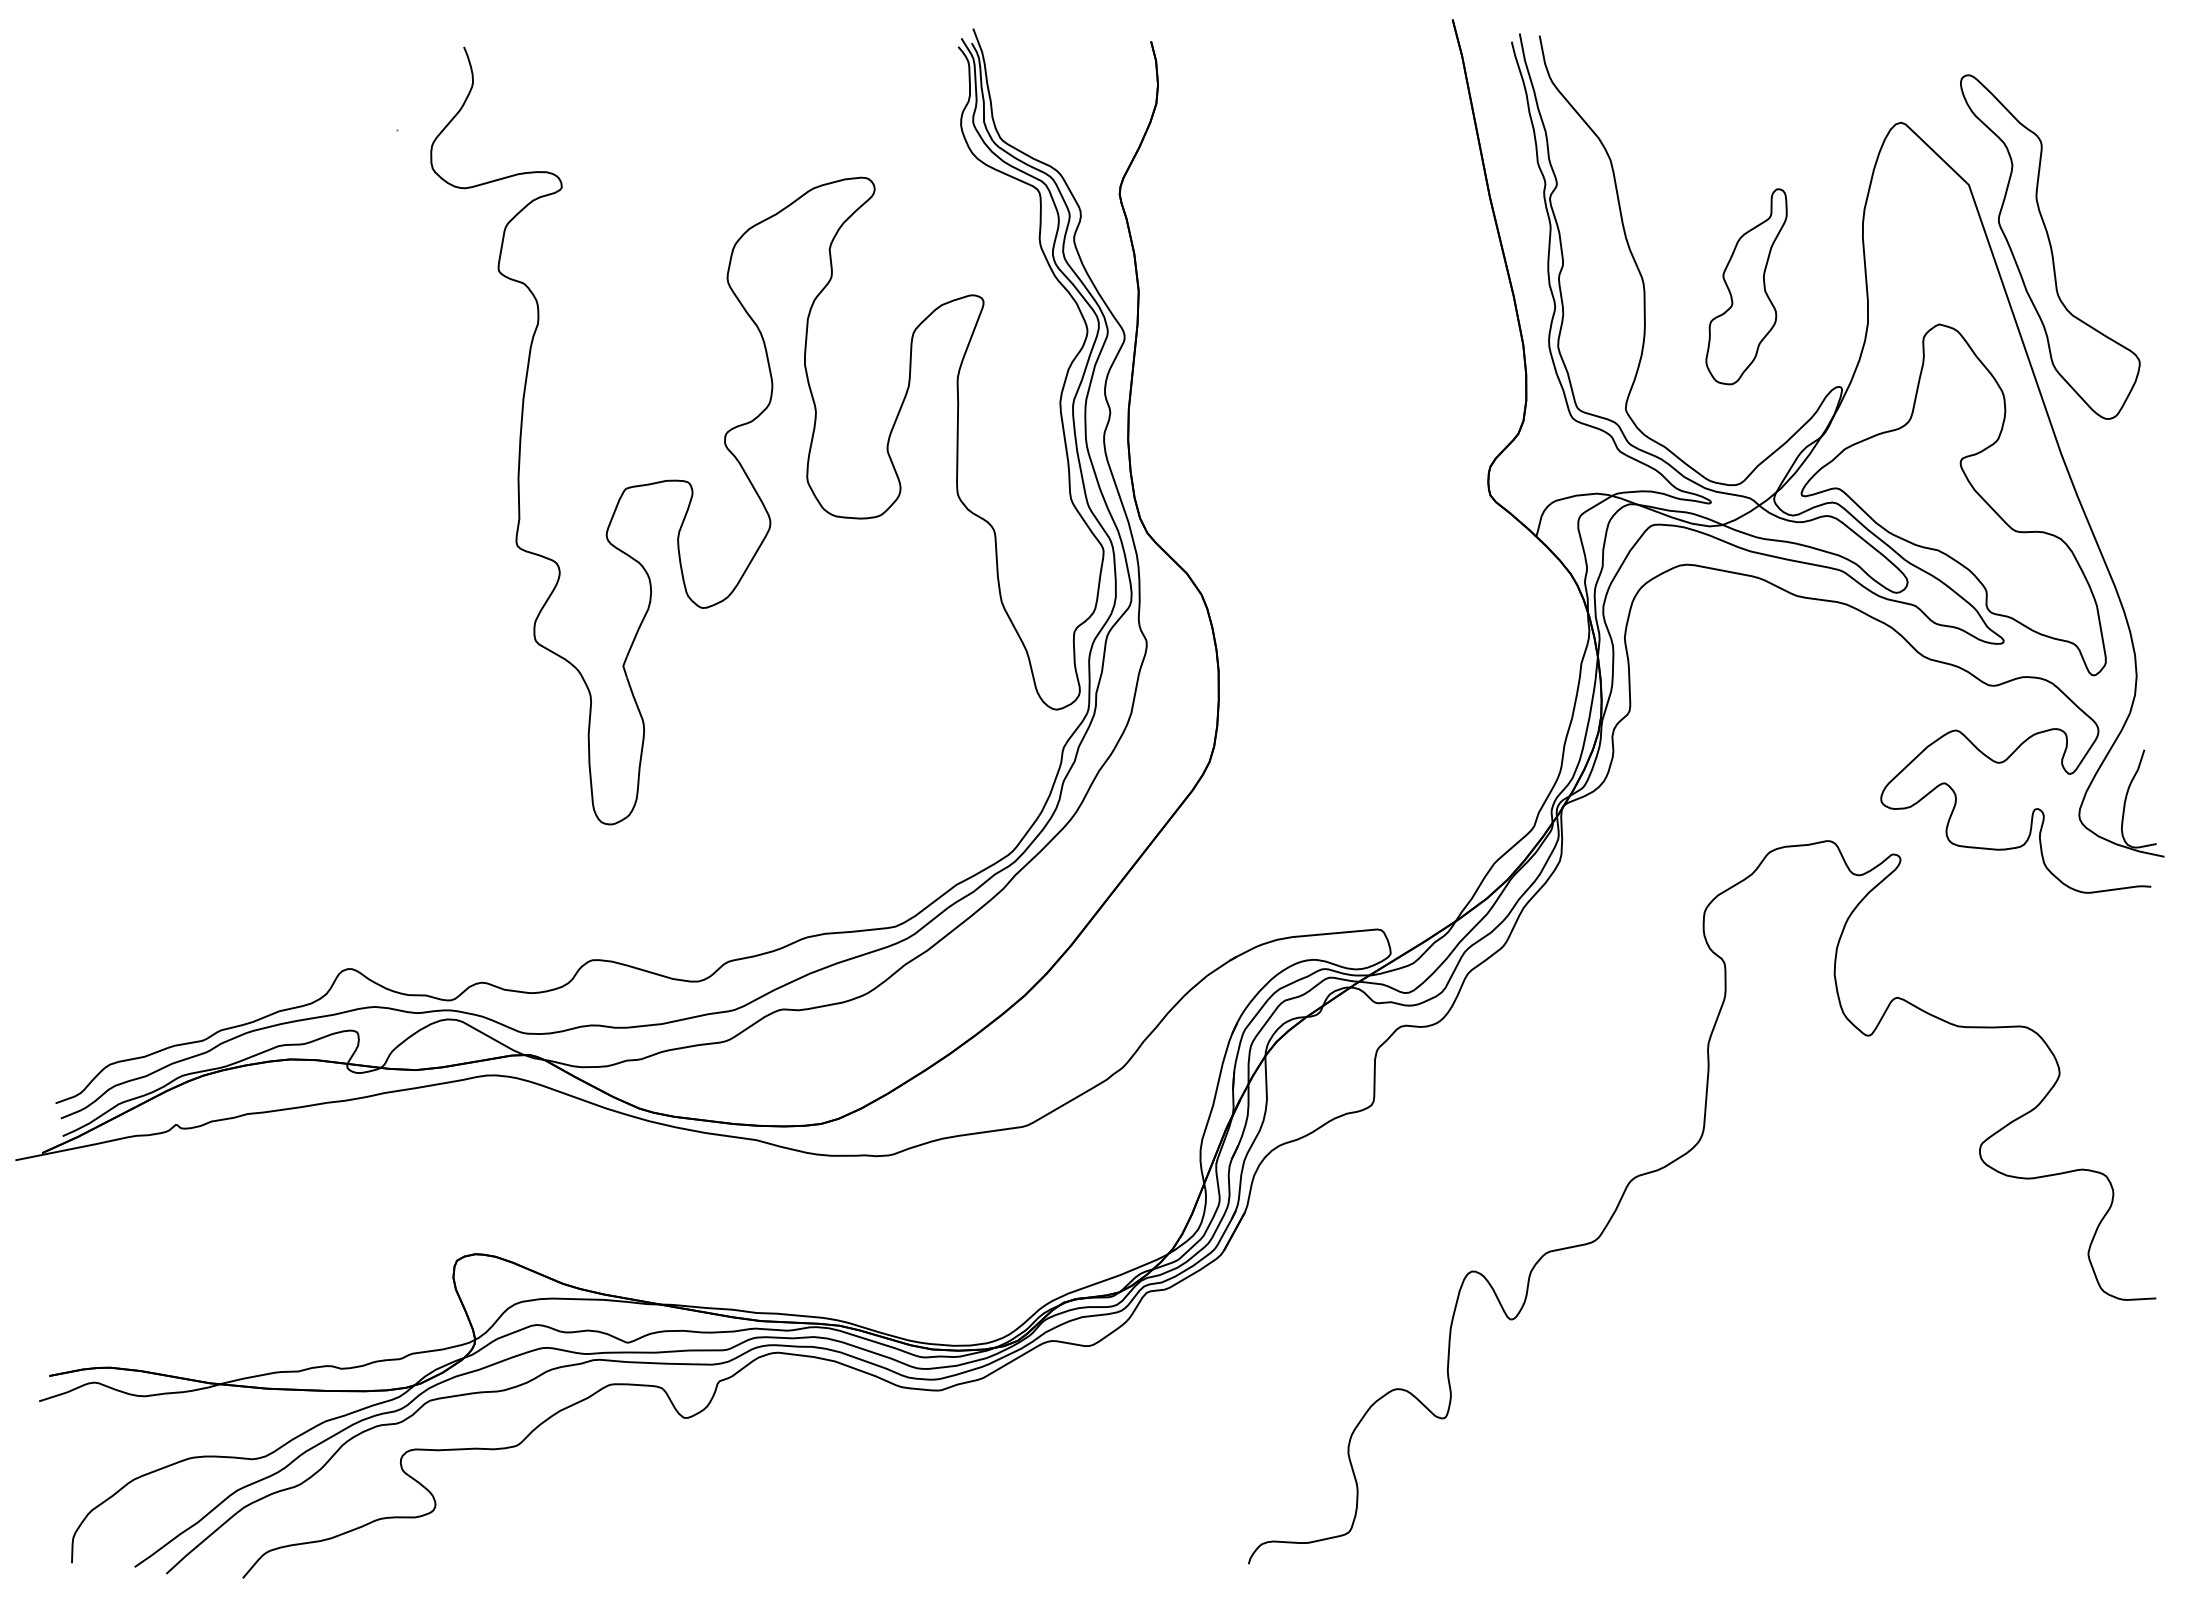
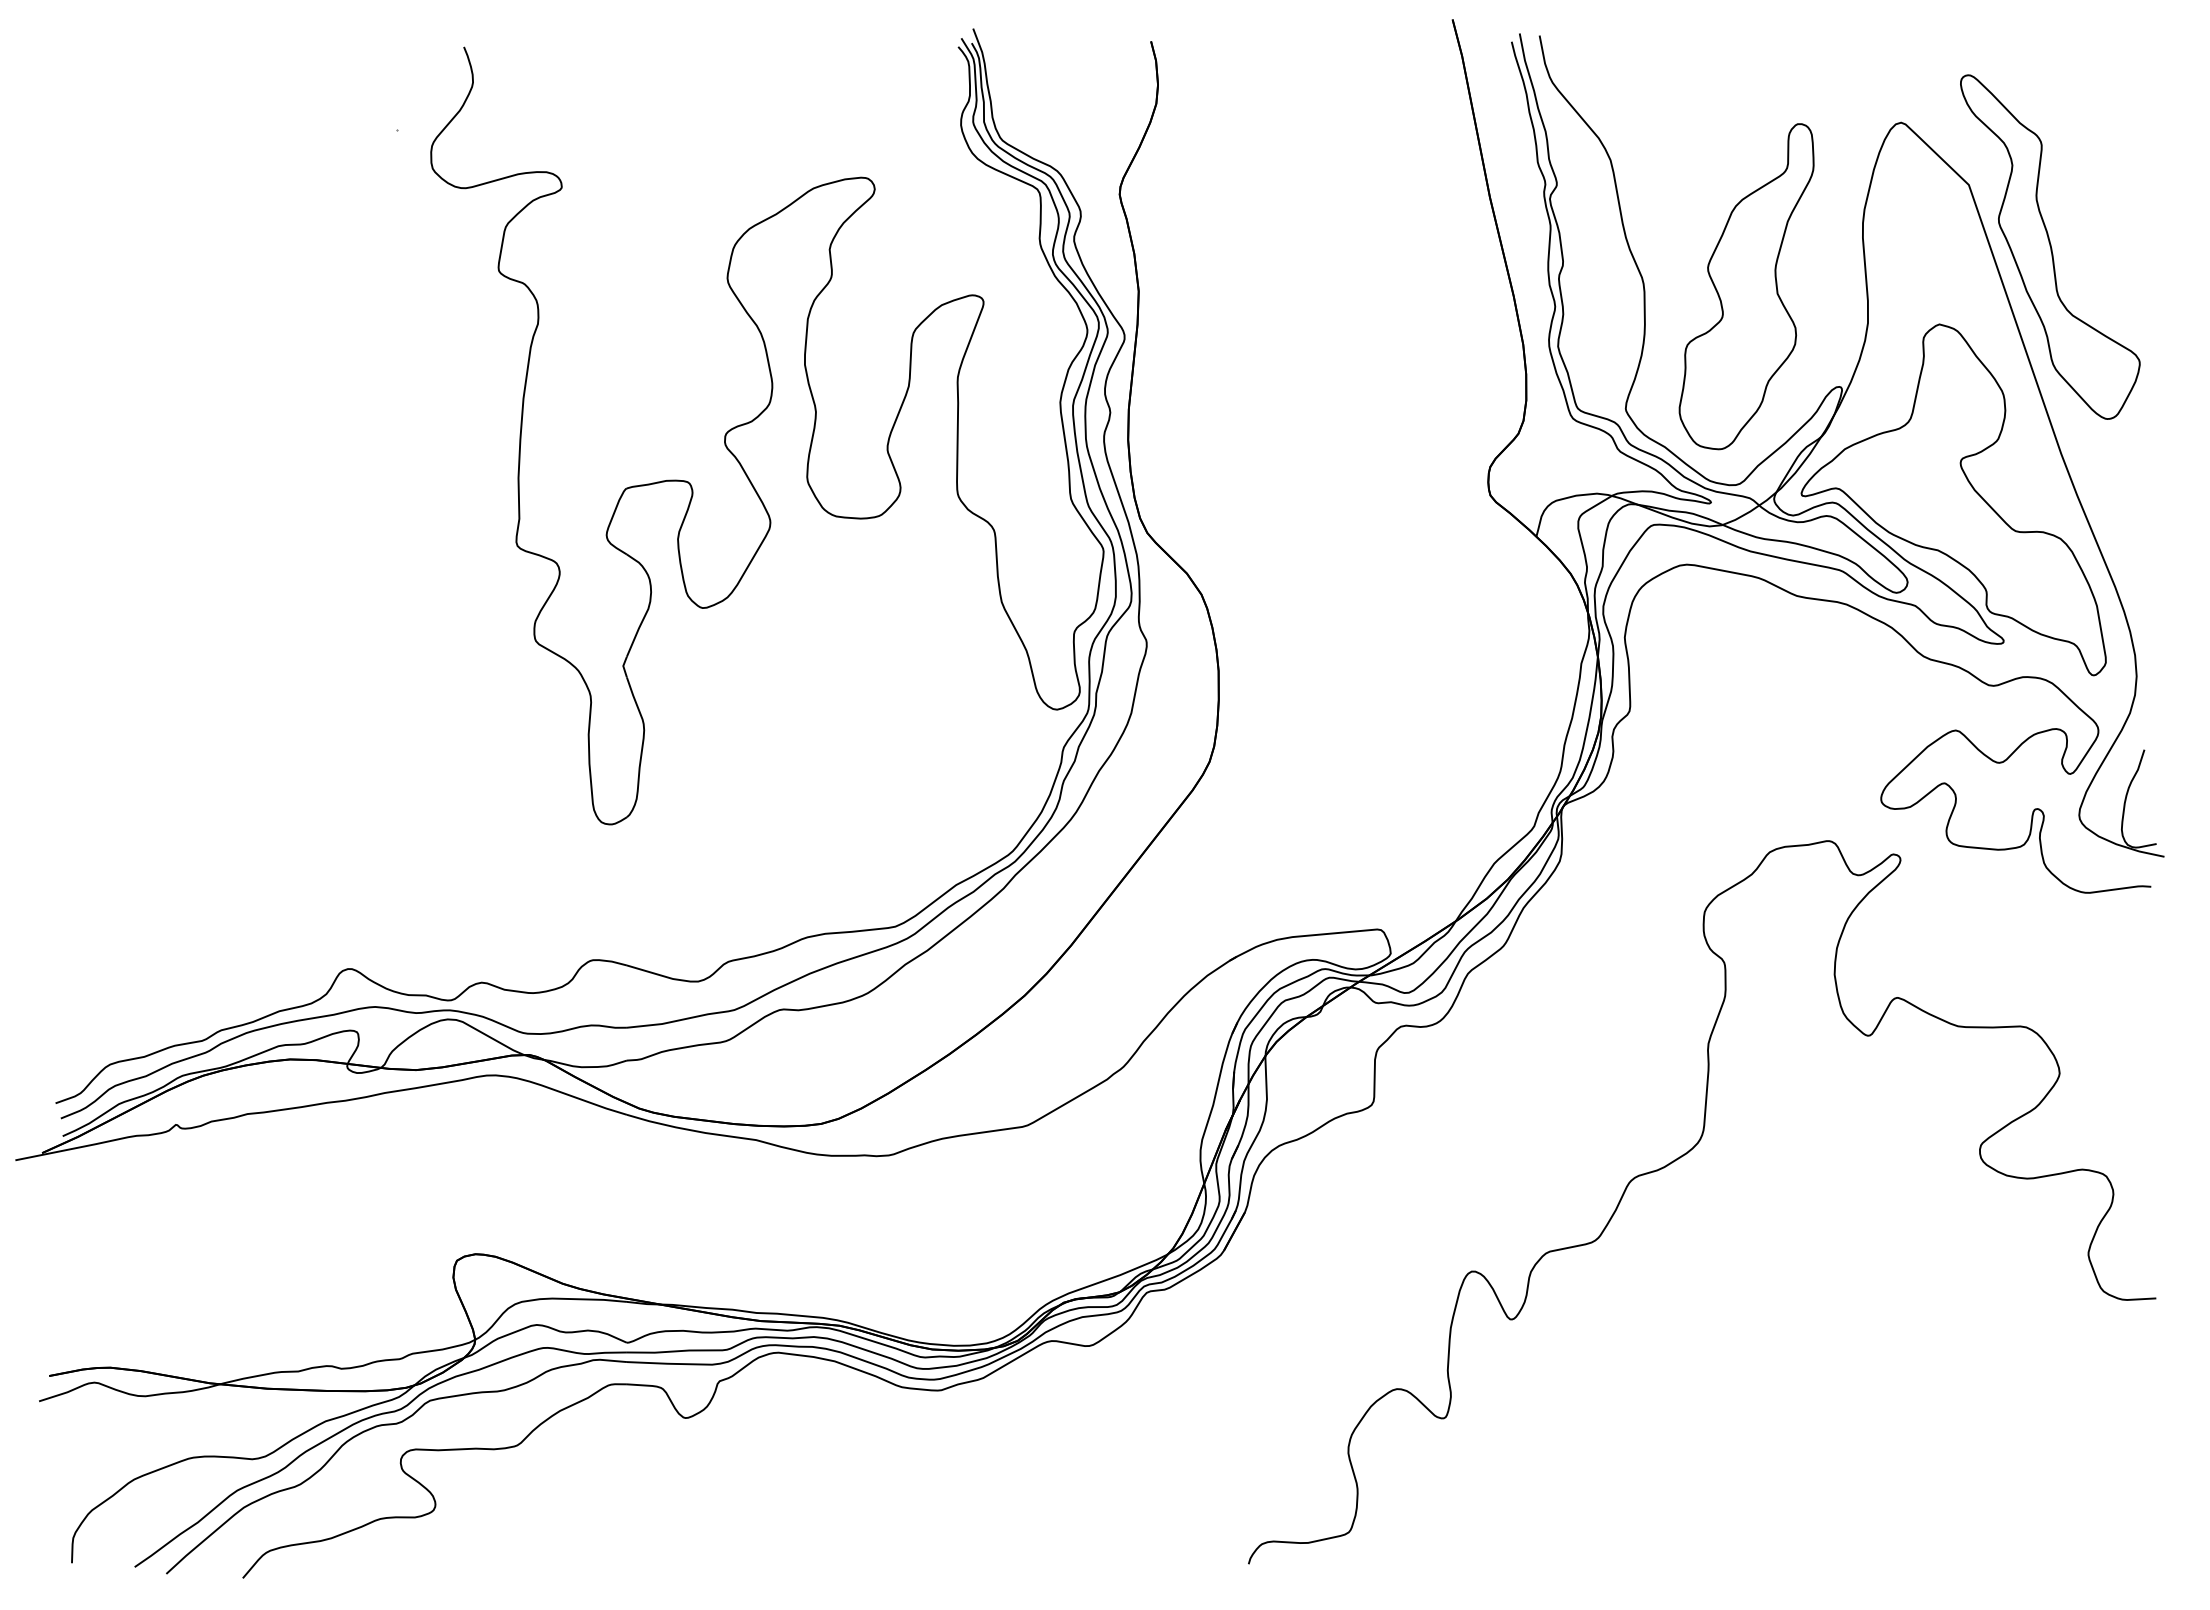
part at (1746, 286) size: 83x198 px -> 137x328 px
